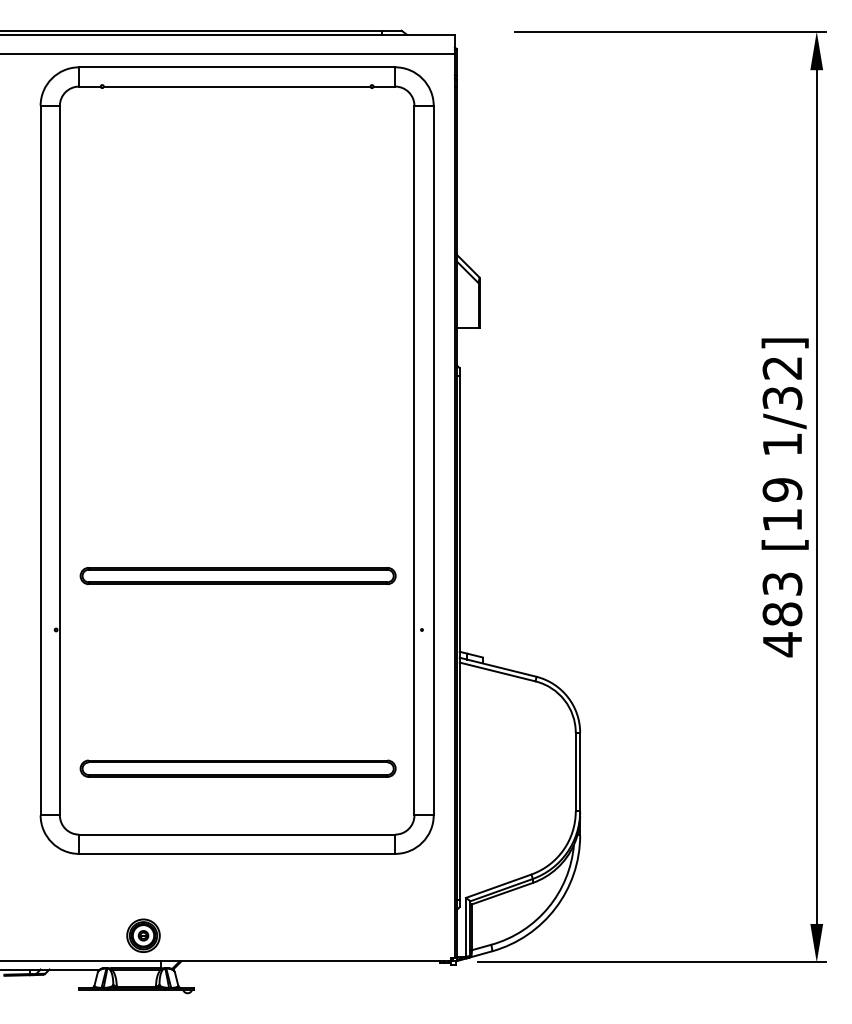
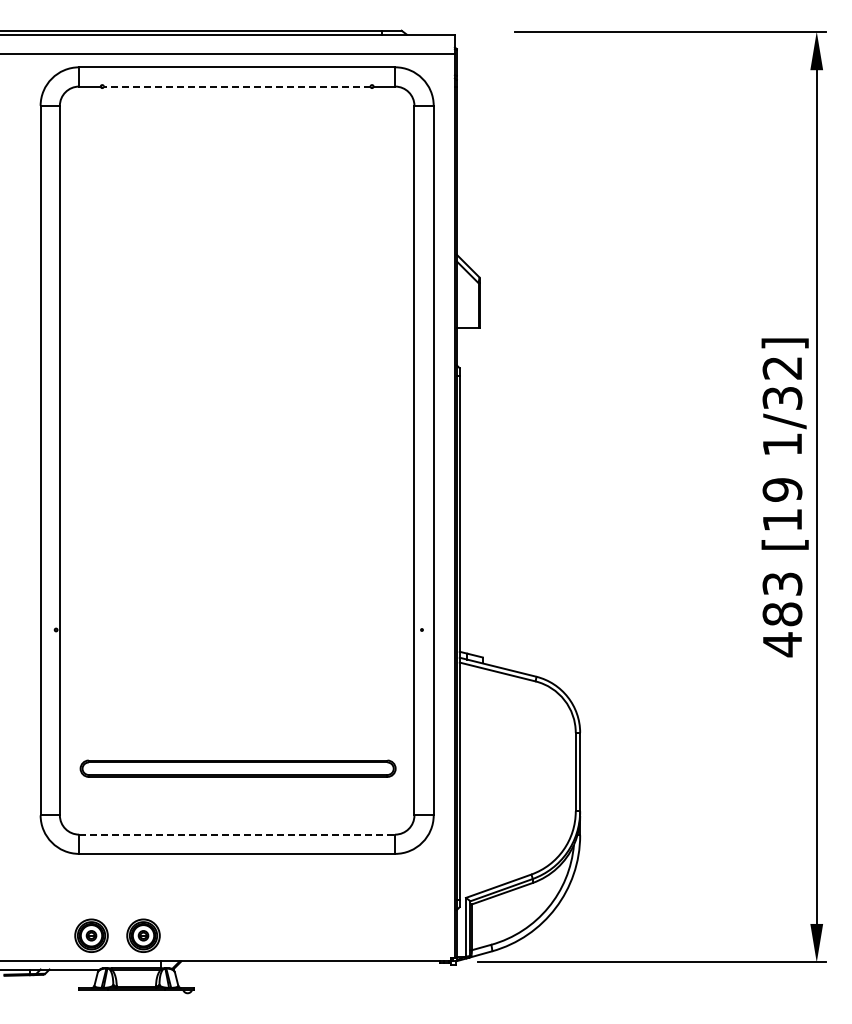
line at (236, 86): solid -> dashed
part at (237, 576): present -> none
line at (237, 834): solid -> dashed
part at (91, 935): none -> present
